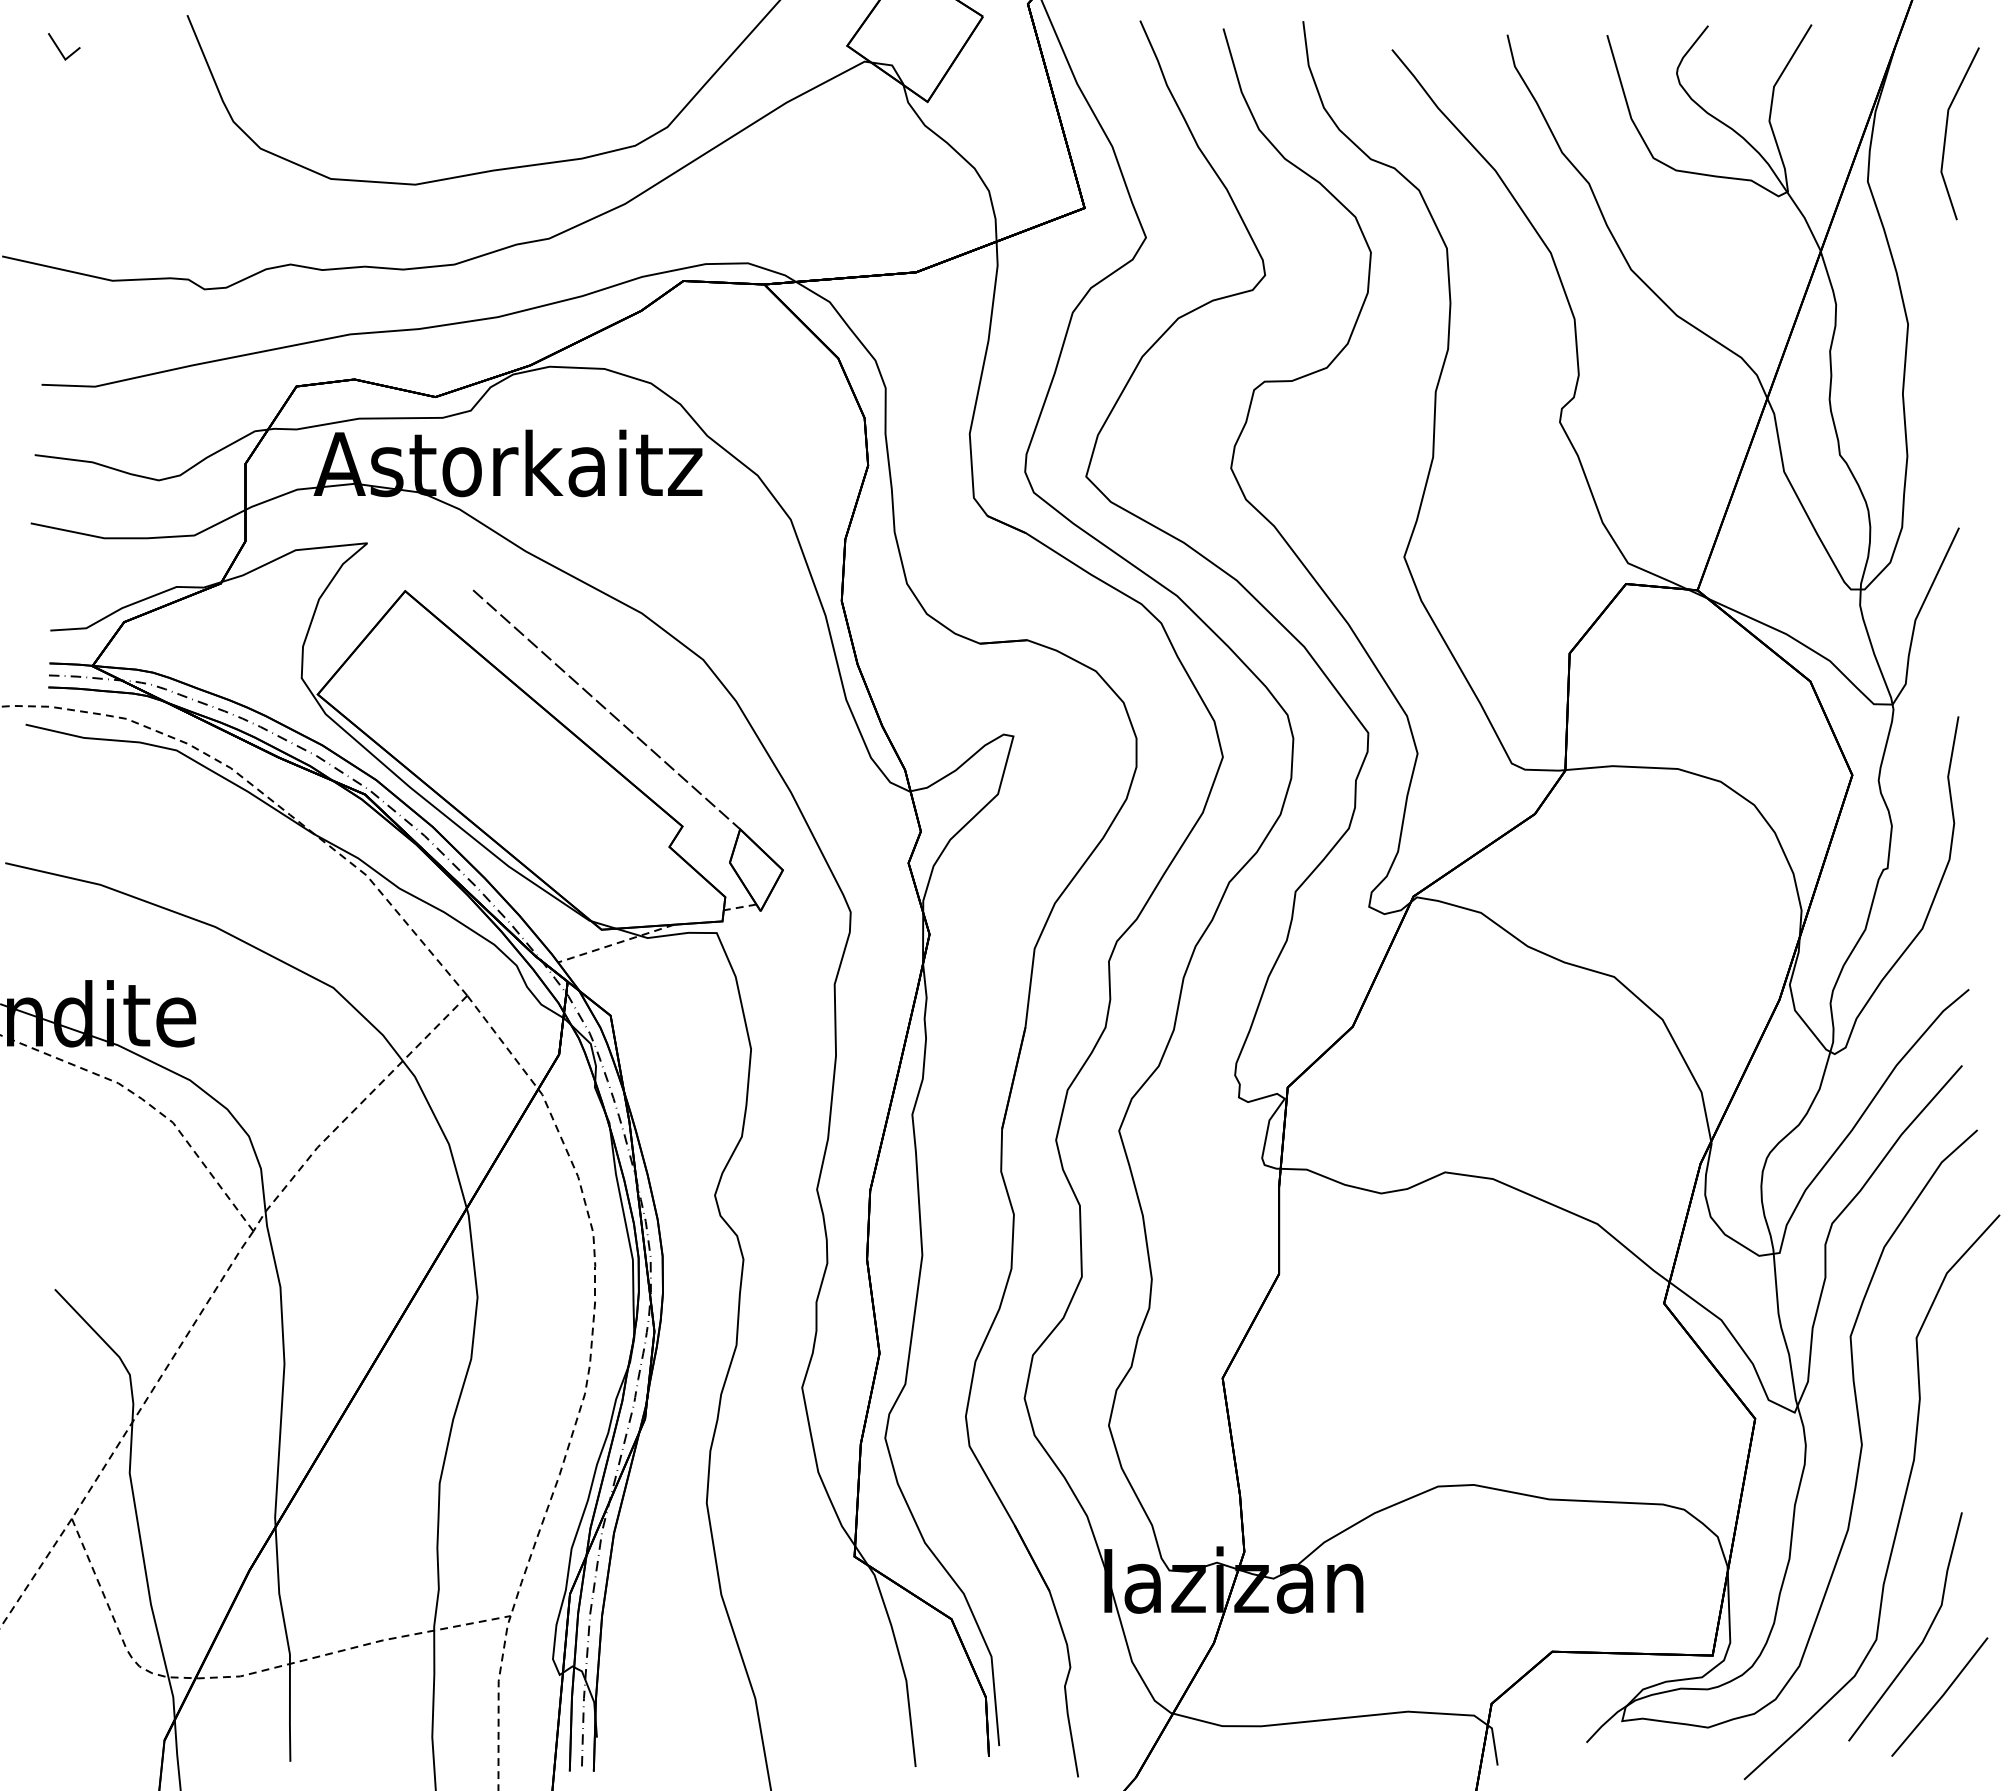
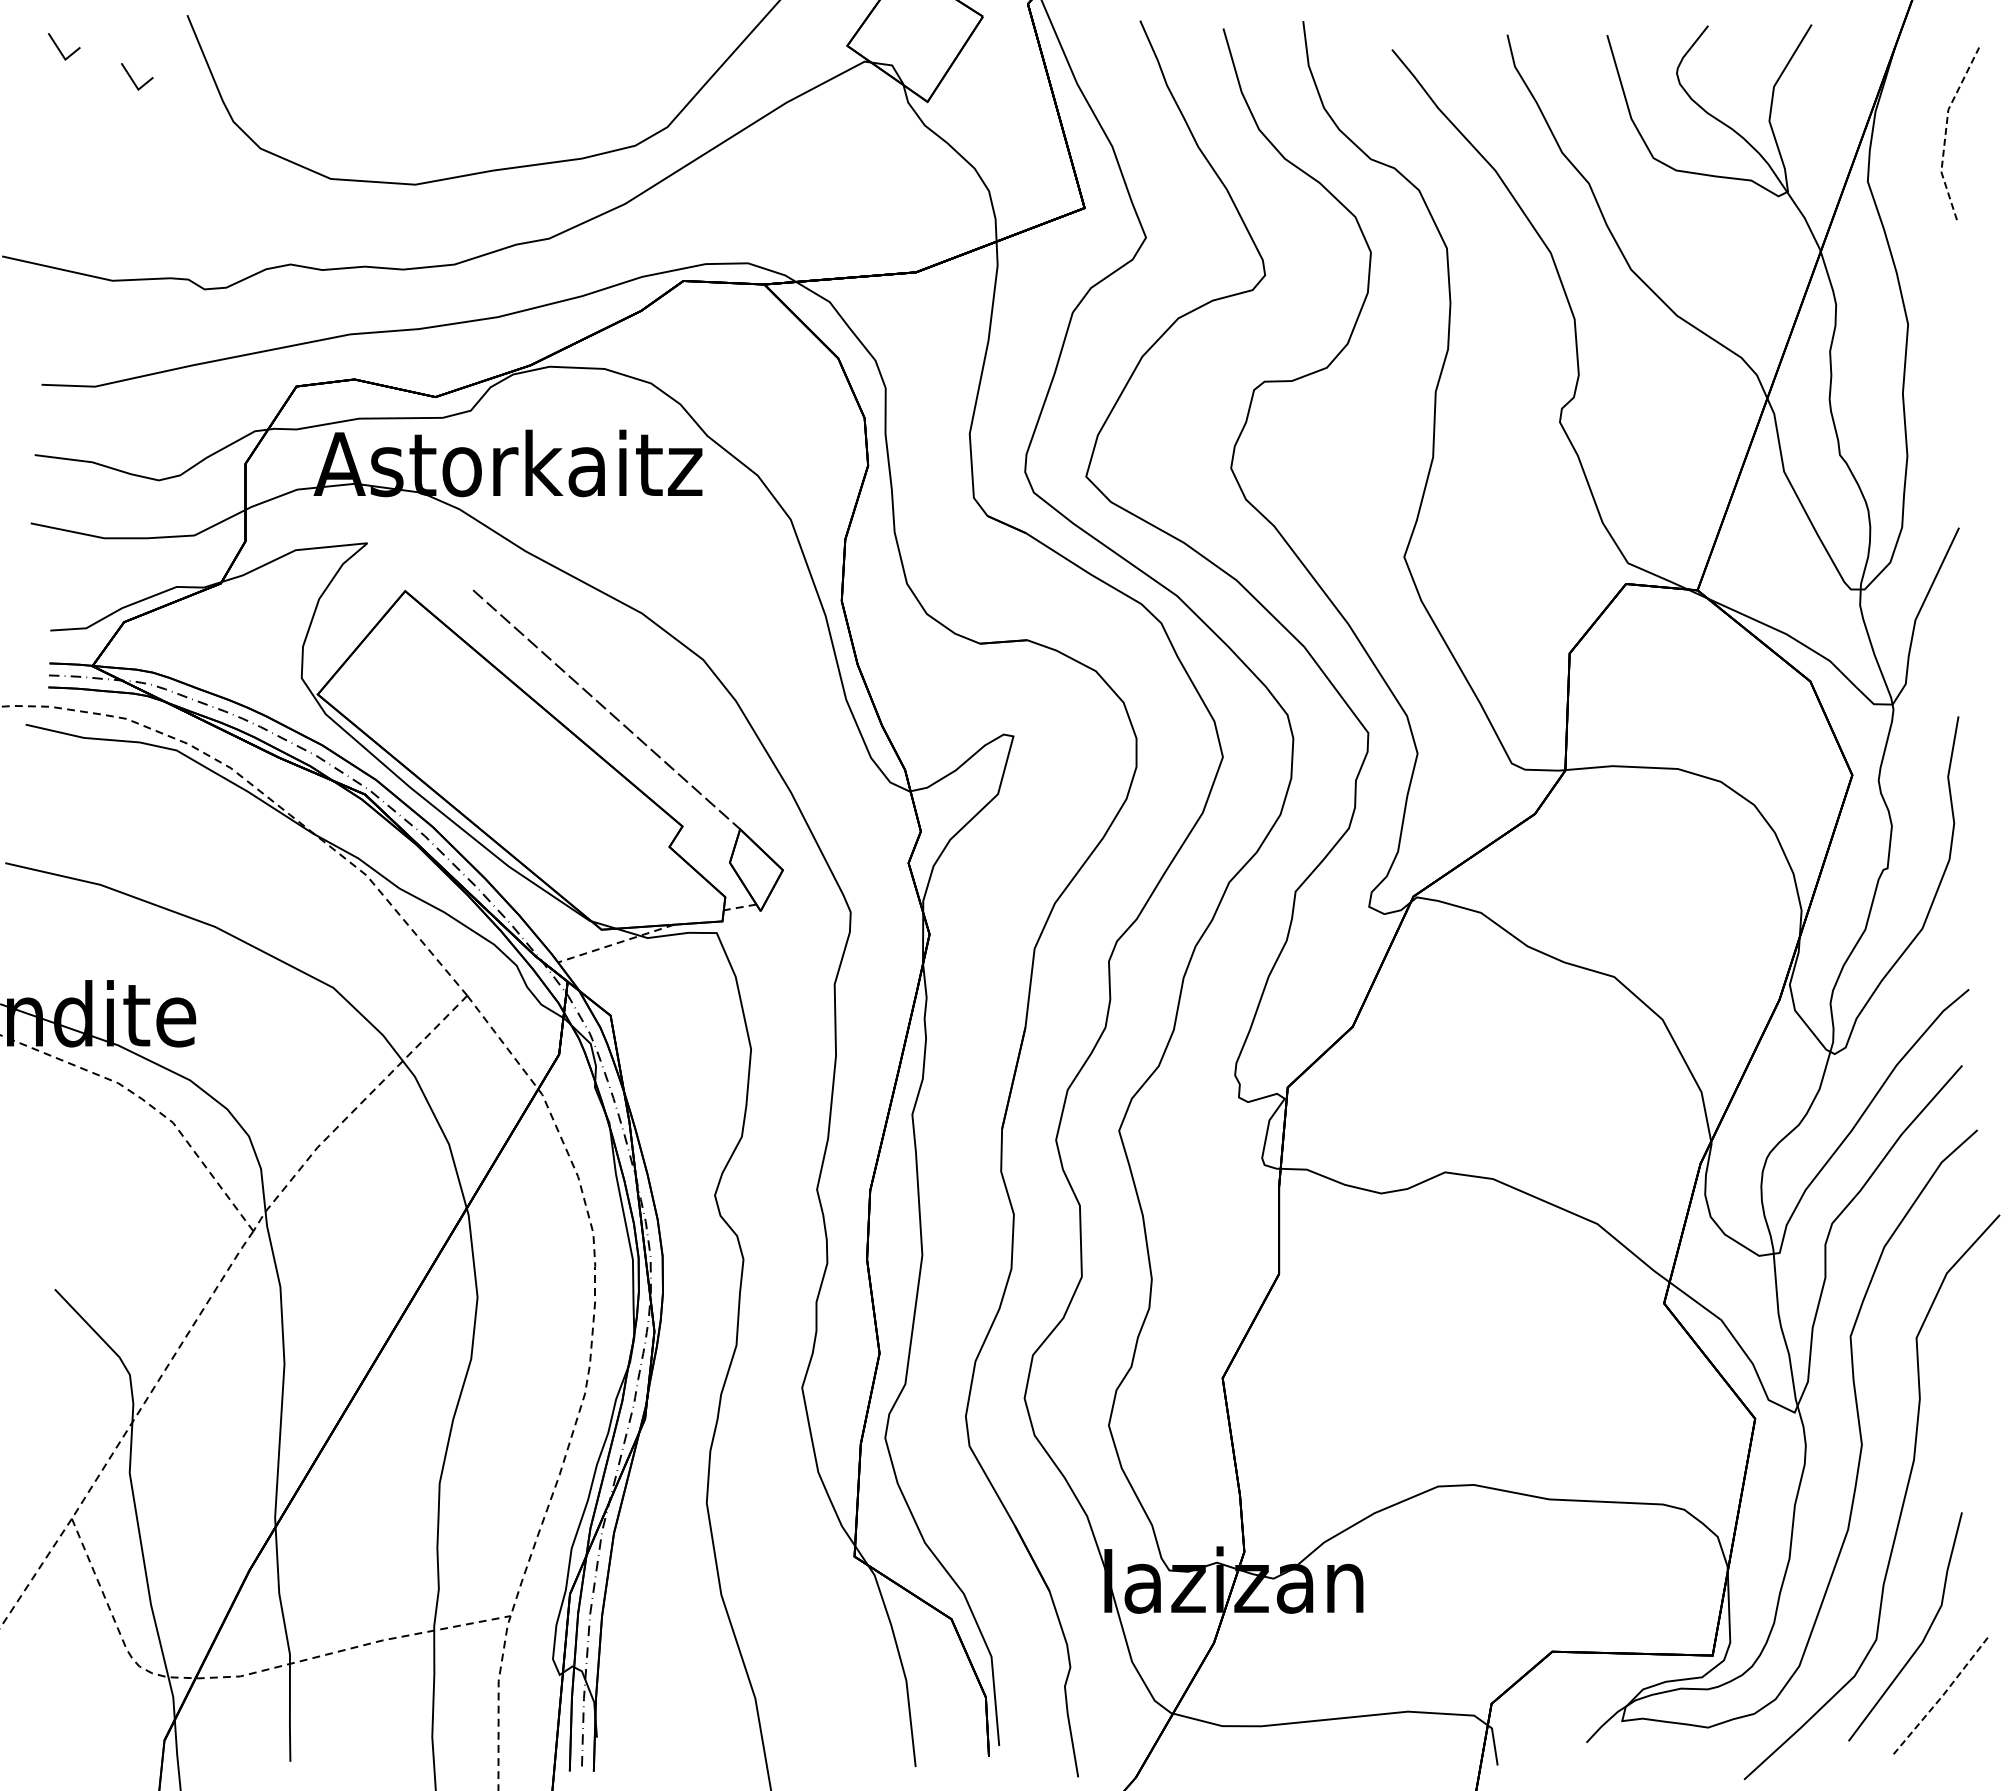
line at (132, 78): none -> present
line at (1945, 131): solid -> dashed
line at (1940, 1698): solid -> dashed
